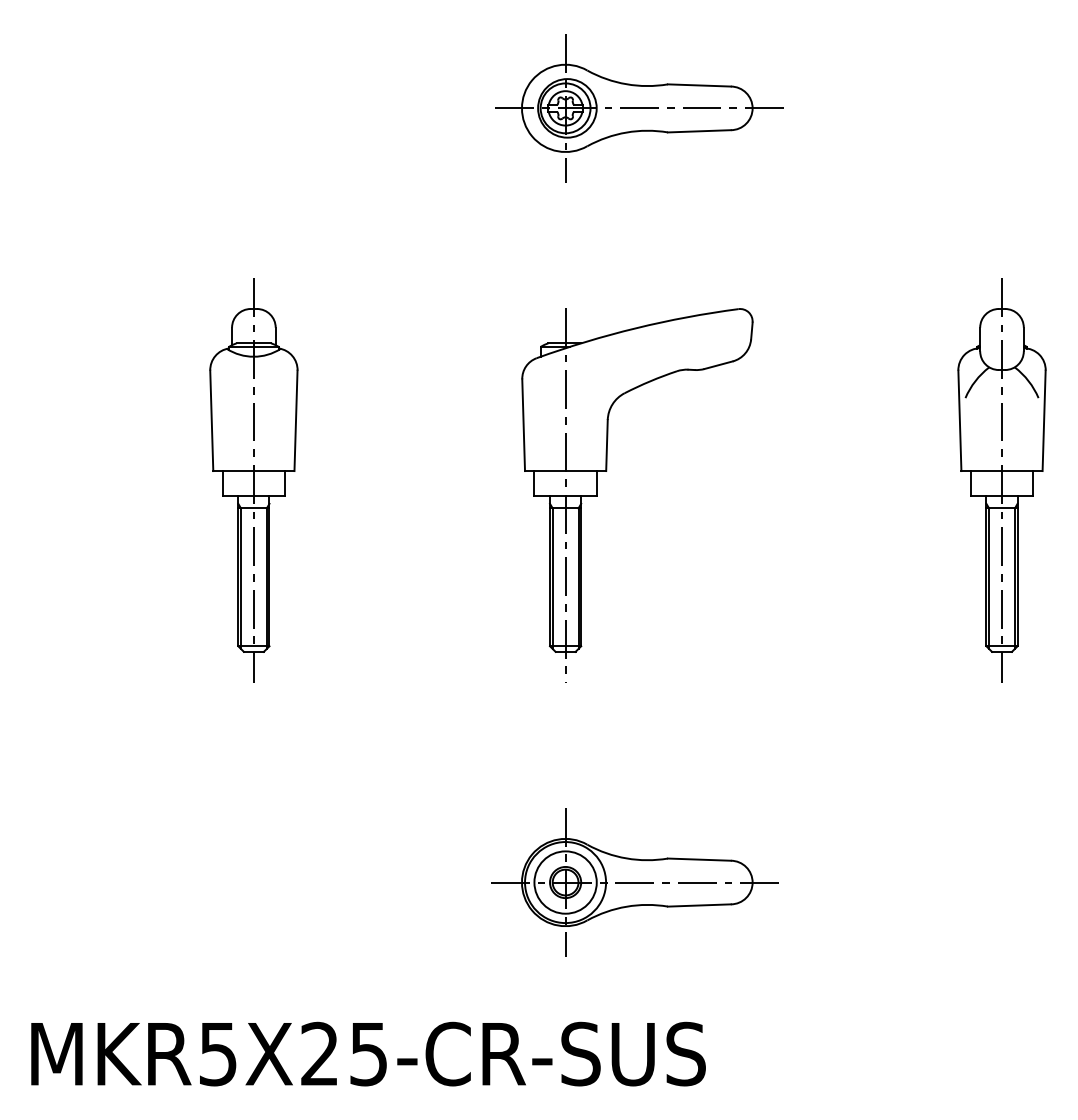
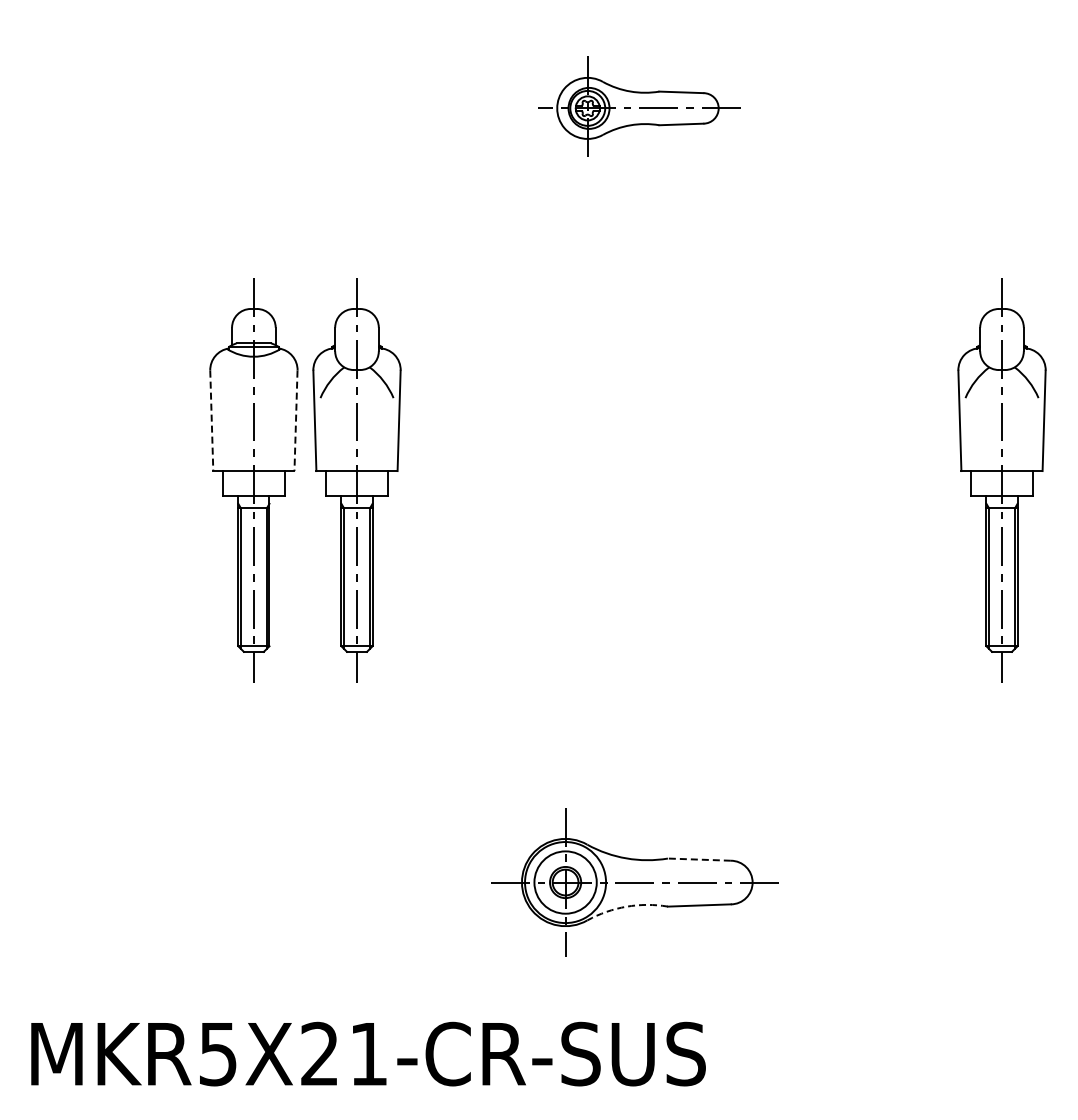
part at (639, 108) size: 289x149 px -> 203x101 px
line at (211, 421): solid -> dashed
line at (295, 421): solid -> dashed
part at (607, 471): present -> none
part at (356, 480): none -> present
line at (698, 859): solid -> dashed
arc at (626, 906): solid -> dashed
text at (368, 1054): MKR5X25-CR-SUS -> MKR5X21-CR-SUS
